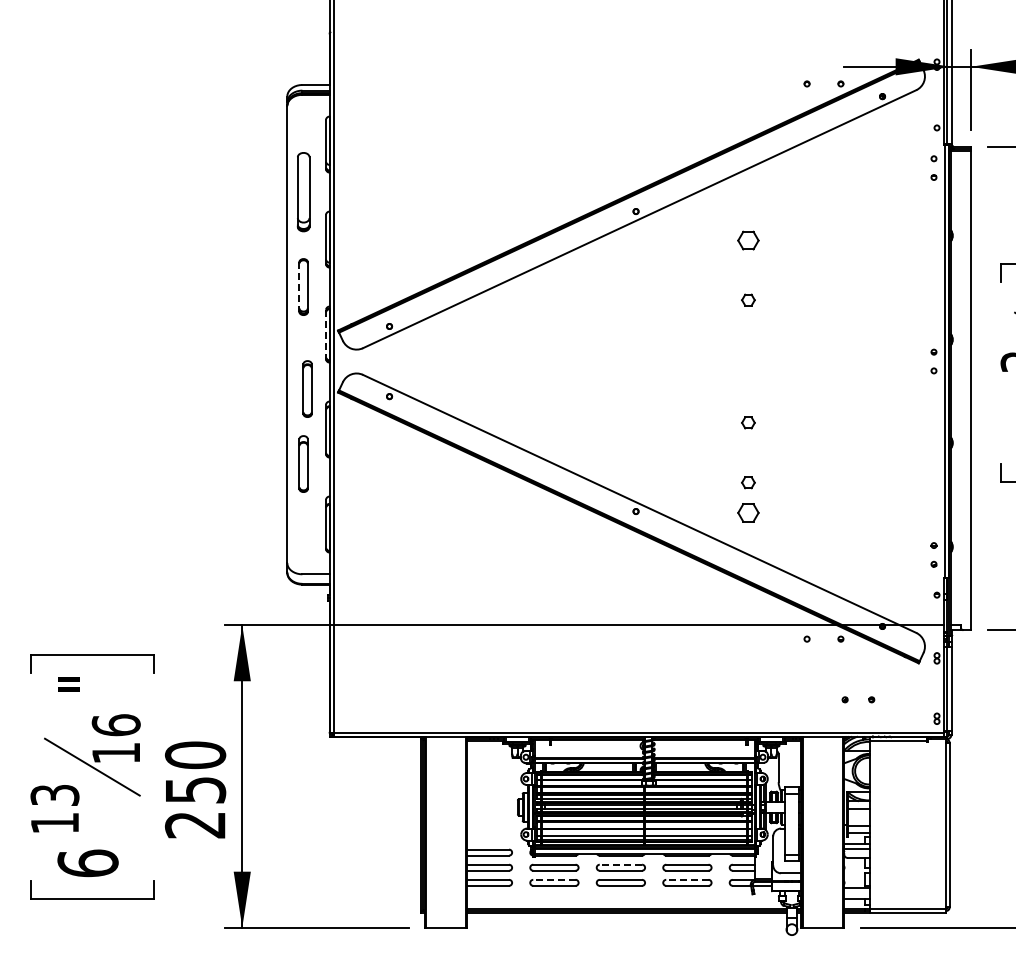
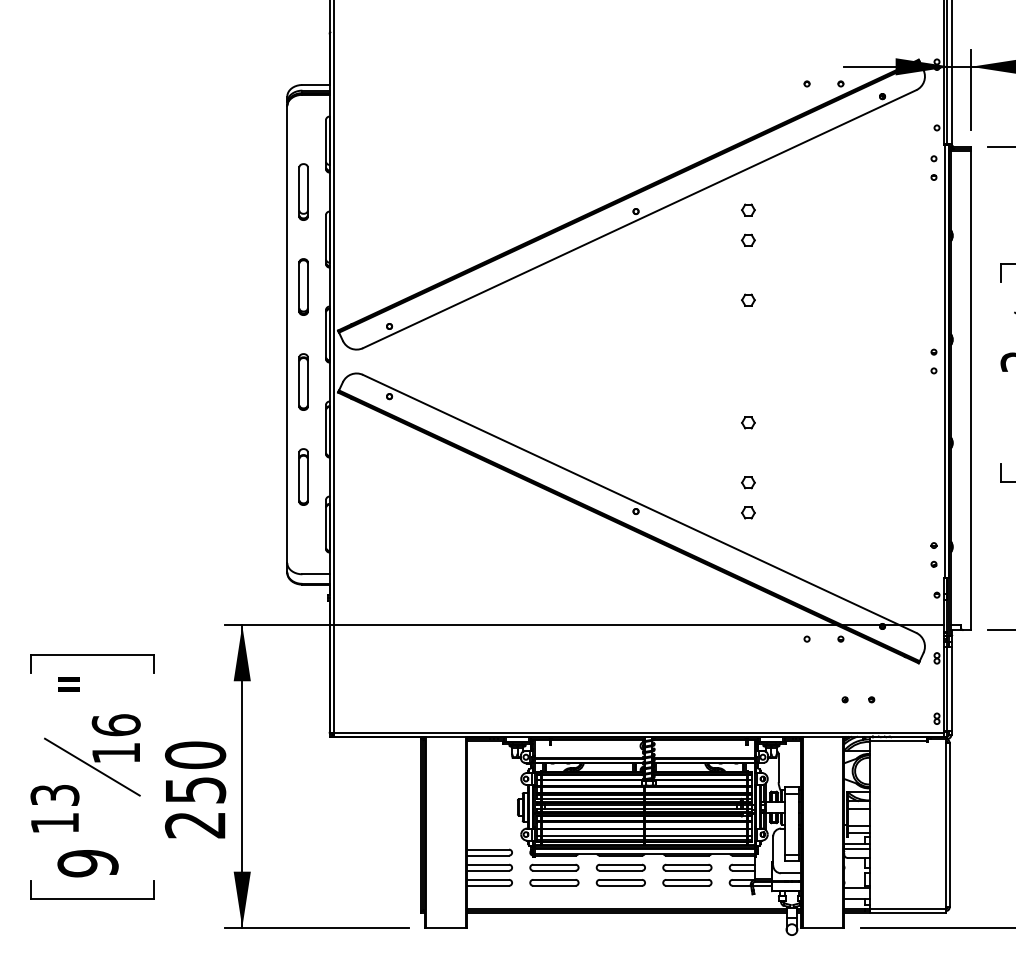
part at (303, 192) size: 15x81 px -> 11x58 px
part at (748, 209): none -> present
part at (748, 240) size: 23x21 px -> 15x14 px
line at (299, 287): dashed -> solid
line at (325, 334): dashed -> solid
part at (307, 388) position: (307, 388) -> (303, 381)
part at (303, 463) position: (303, 463) -> (303, 476)
part at (748, 512) size: 23x20 px -> 15x14 px
text at (87, 863): 6 -> 9
line at (620, 864): dashed -> solid
line at (553, 879): dashed -> solid
line at (686, 879): dashed -> solid
